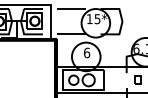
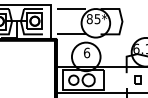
text at (89, 19): 15* -> 85*
